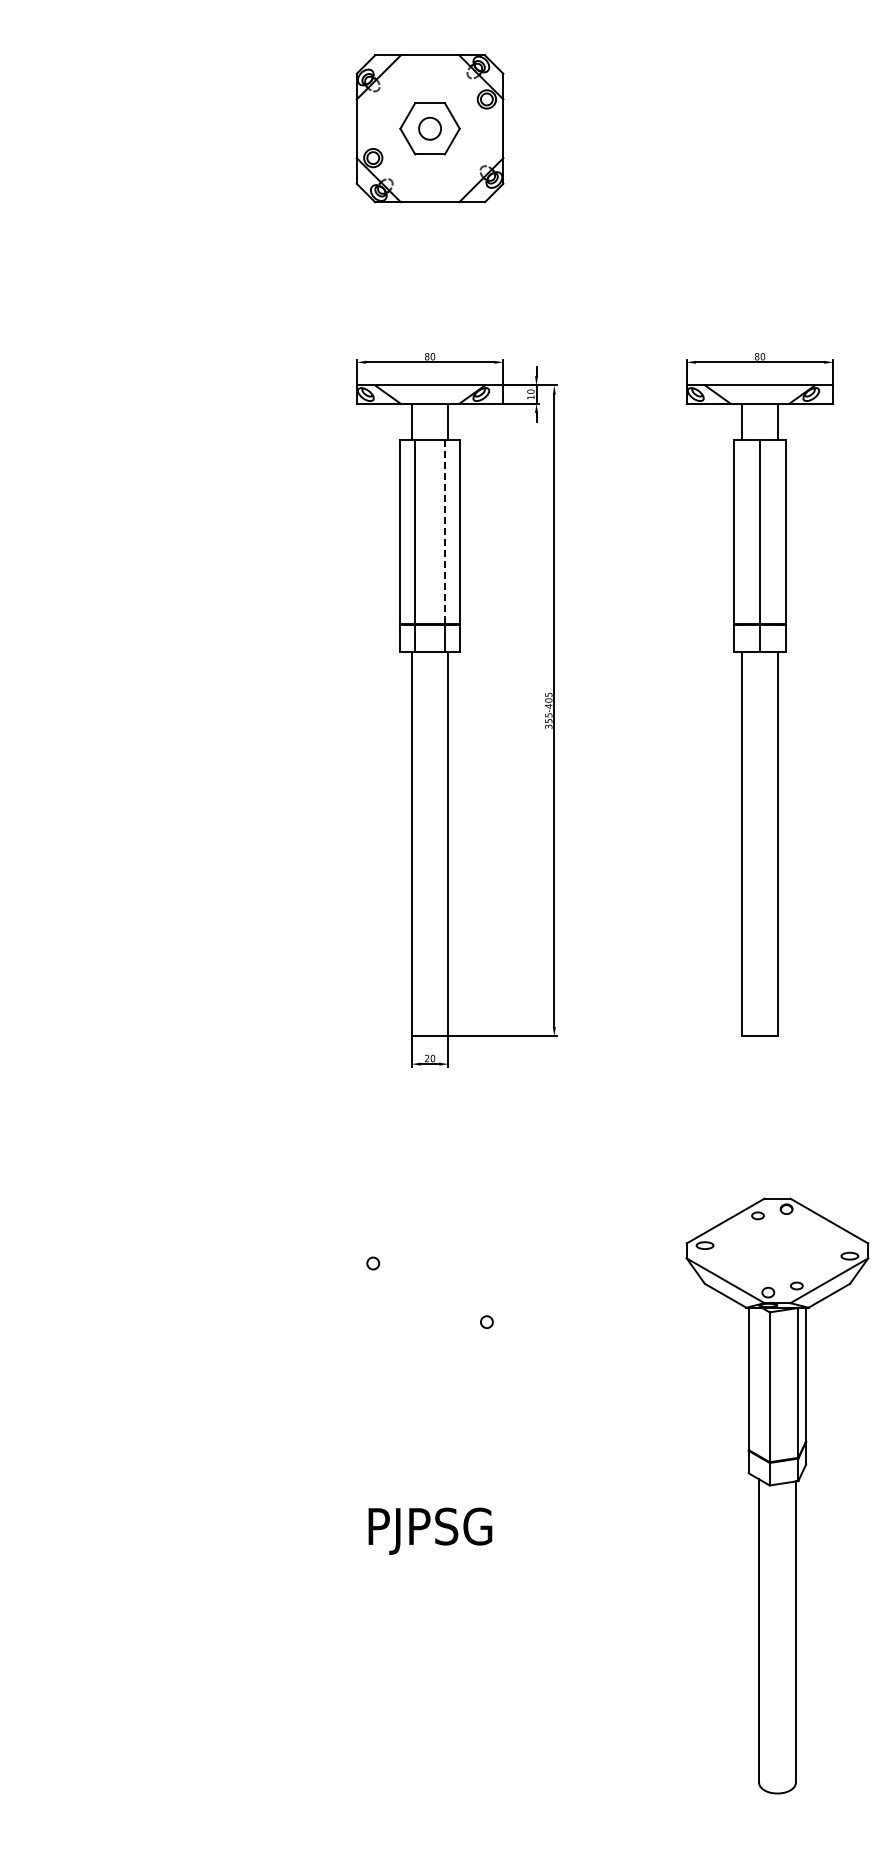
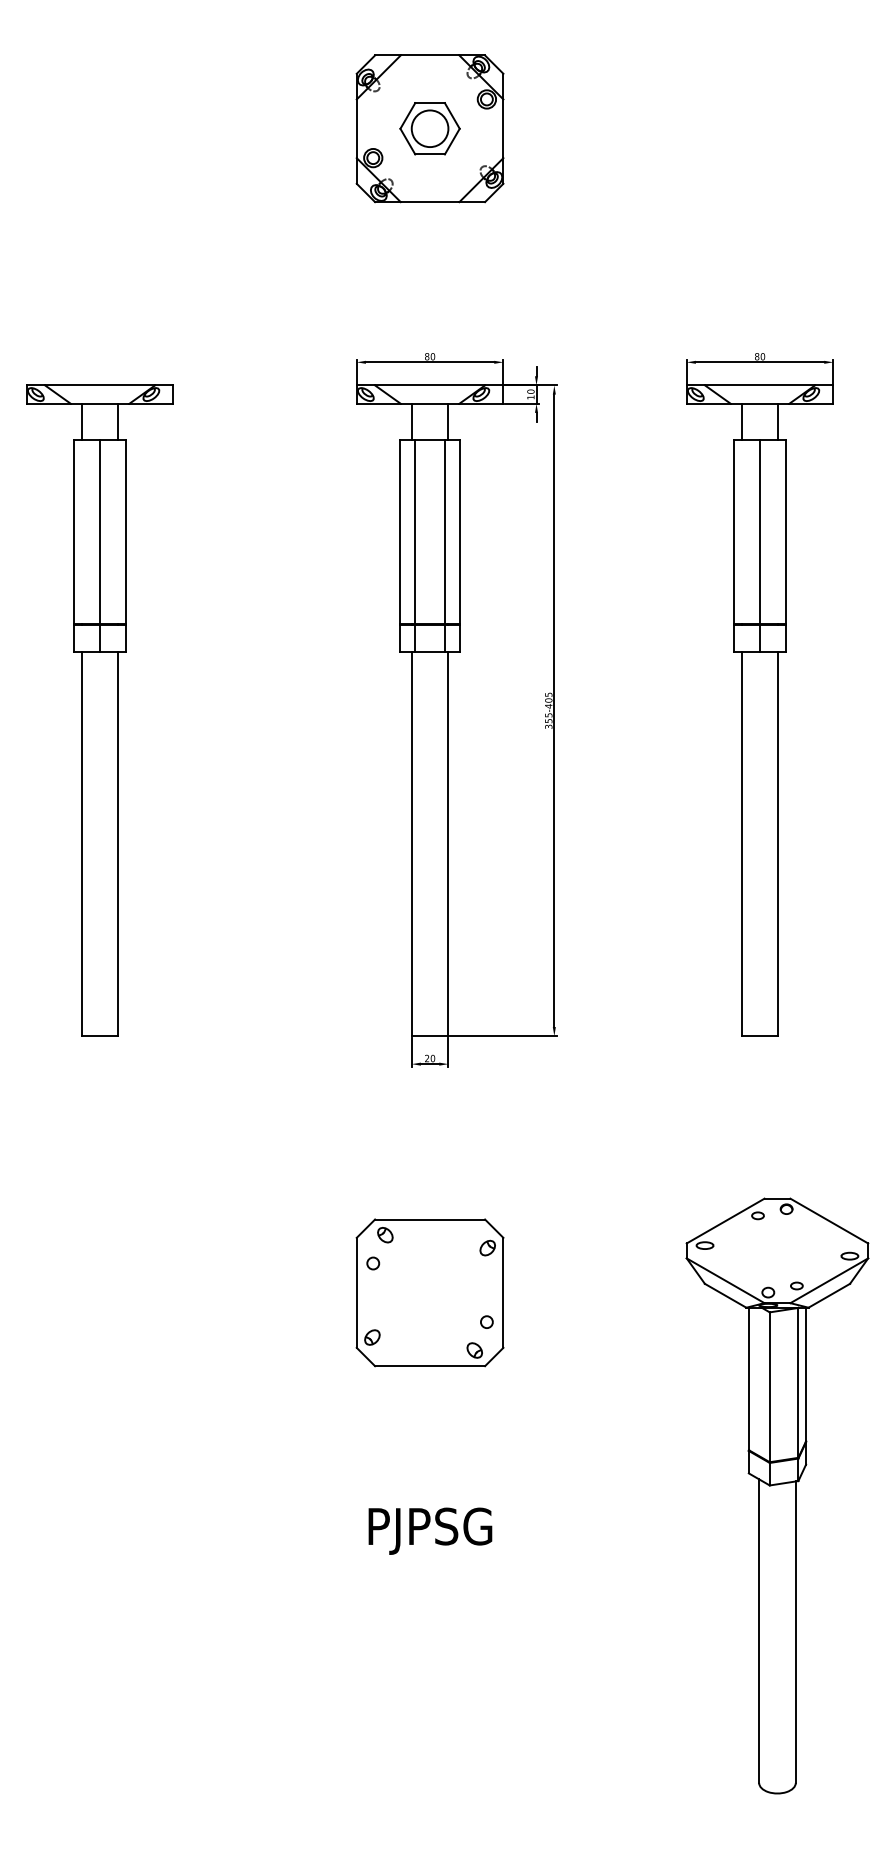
circle at (430, 128) diameter: 22 px -> 37 px
line at (444, 532): dashed -> solid
part at (99, 710): none -> present
part at (429, 1292): none -> present
